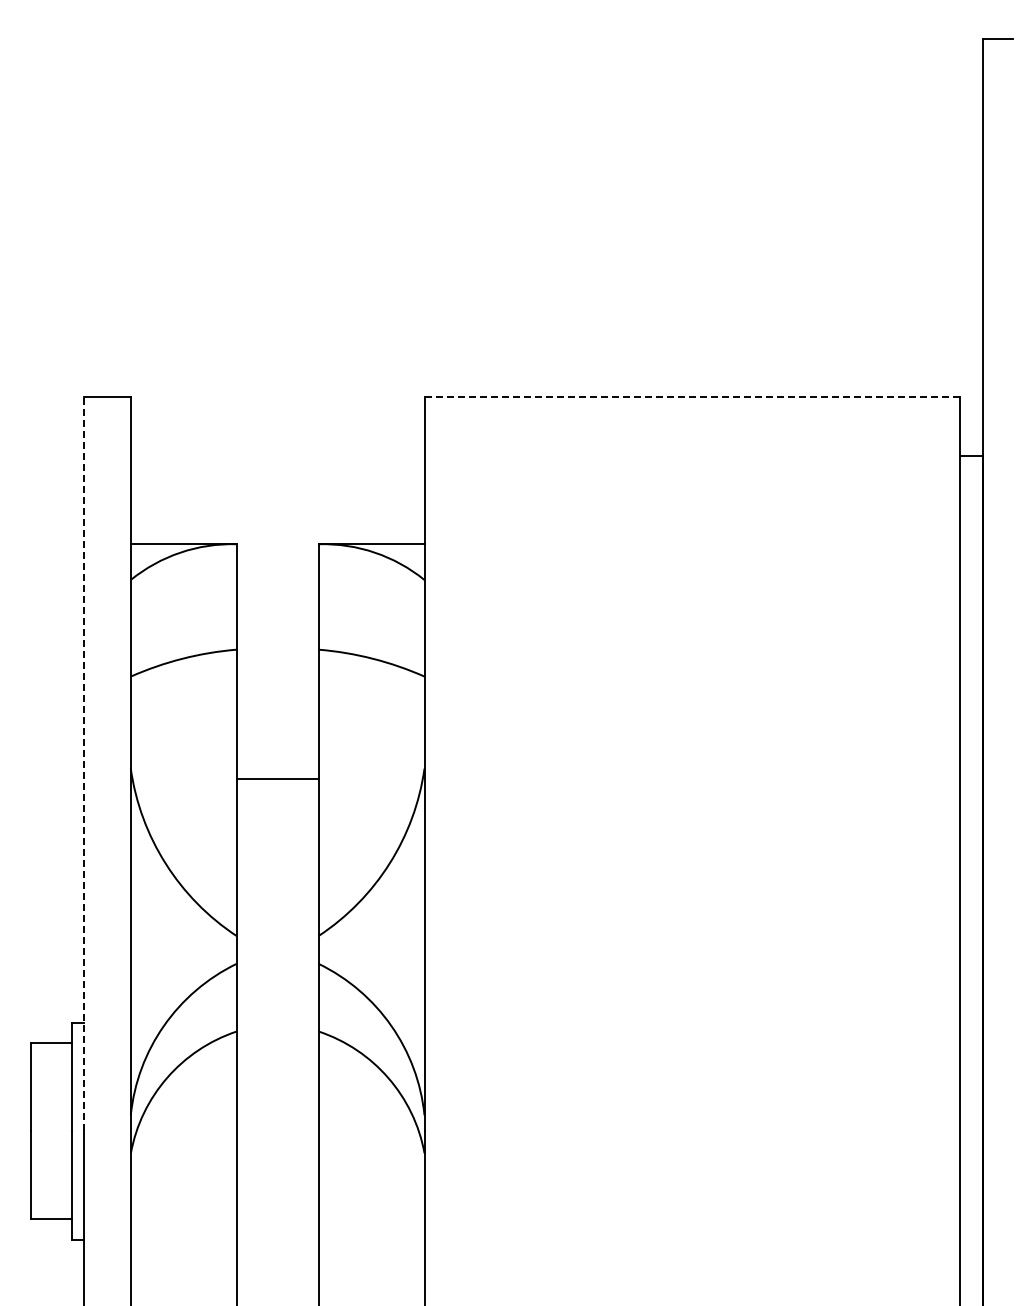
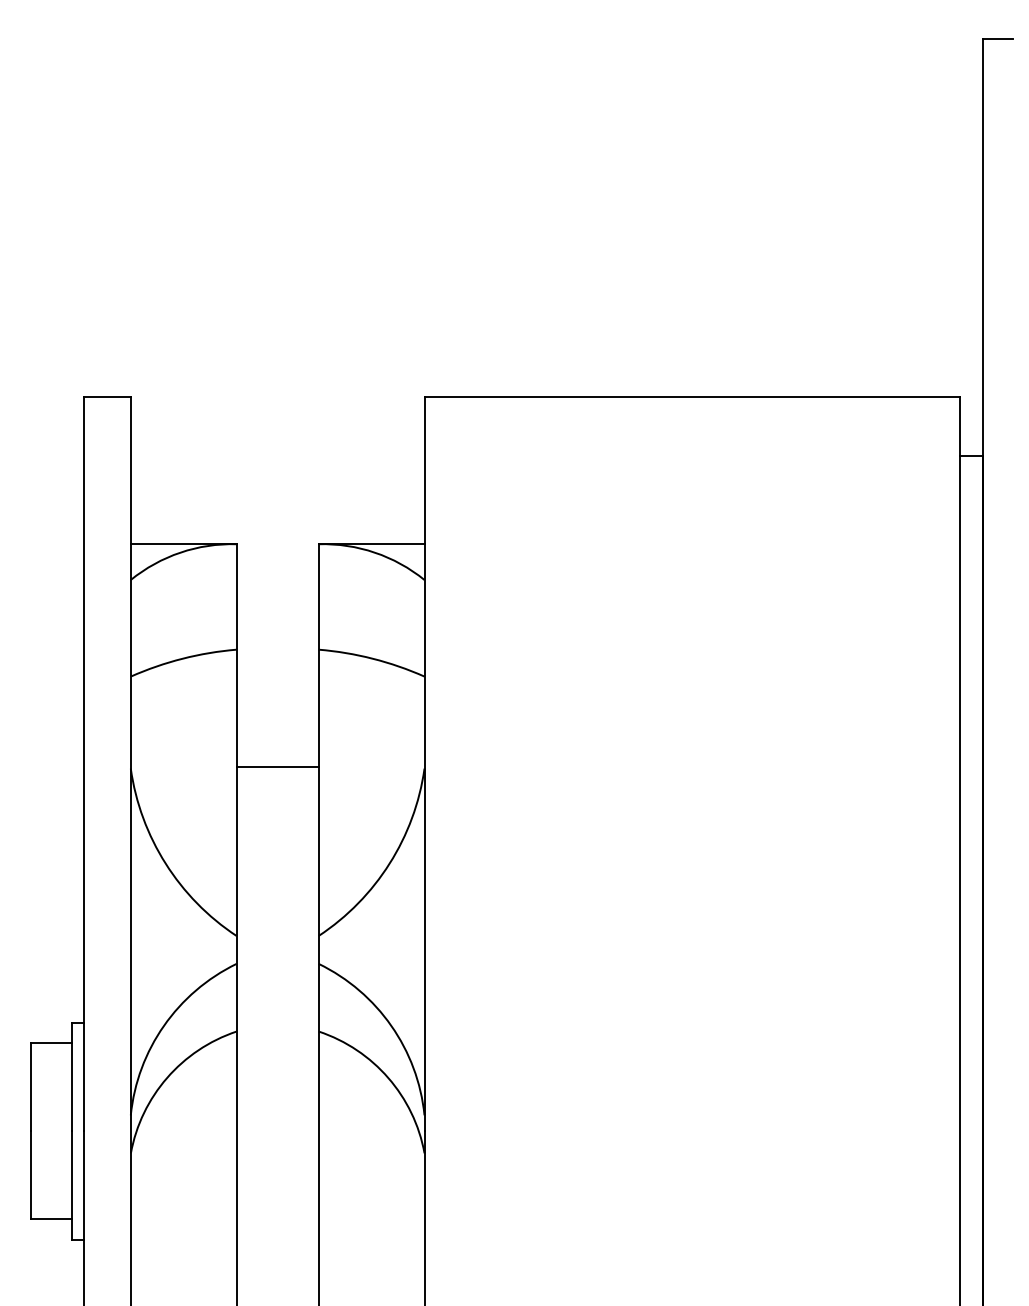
line at (692, 397): dashed -> solid
line at (83, 764): dashed -> solid
line at (277, 779) position: (277, 779) -> (277, 767)
